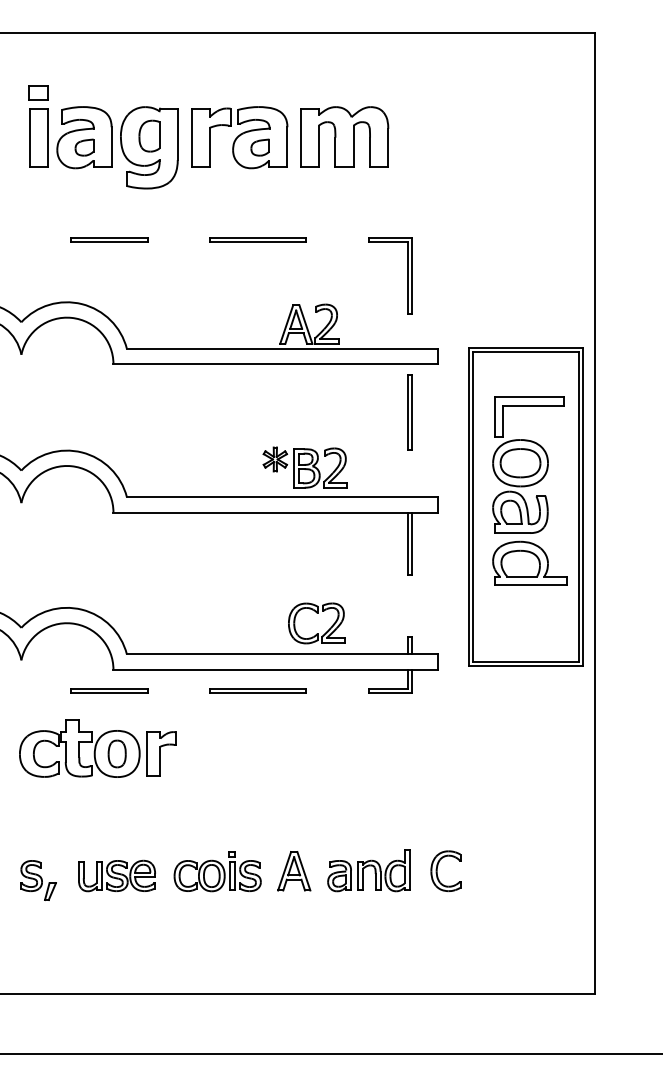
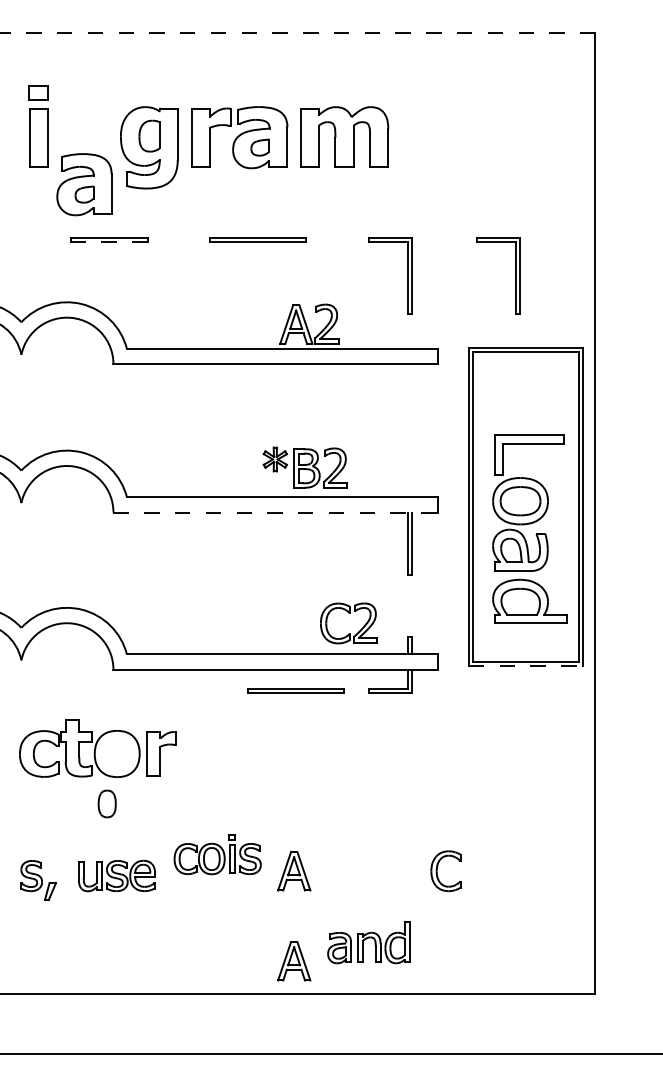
line at (297, 32): solid -> dashed
part at (84, 137) position: (84, 137) -> (84, 184)
line at (109, 242): solid -> dashed
part at (515, 275): none -> present
part at (409, 412): present -> none
part at (529, 490) position: (529, 490) -> (529, 528)
line at (276, 512): solid -> dashed
part at (316, 613) position: (316, 613) -> (348, 613)
line at (526, 666): solid -> dashed
part at (109, 690): present -> none
part at (257, 690) position: (257, 690) -> (295, 690)
part at (116, 753) position: (116, 753) -> (106, 803)
part at (368, 870) position: (368, 870) -> (368, 942)
part at (217, 871) position: (217, 871) -> (217, 854)
part at (294, 961): none -> present
